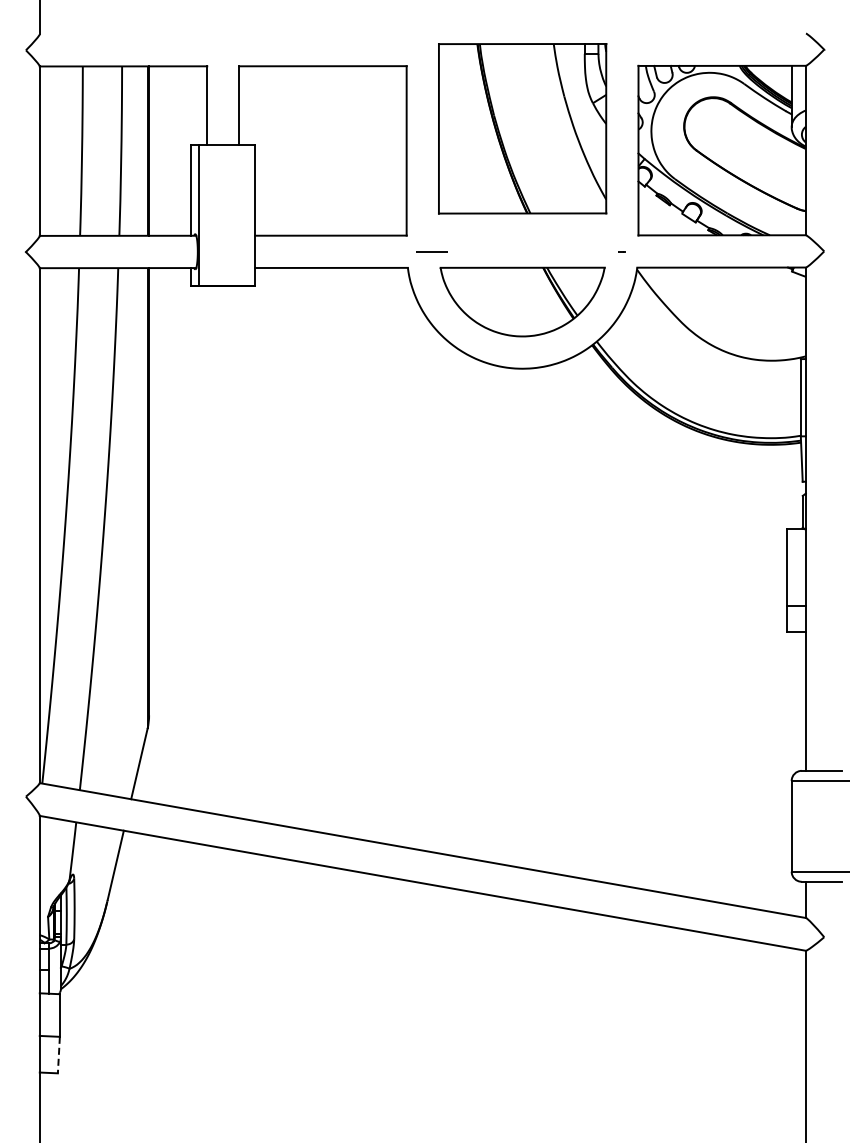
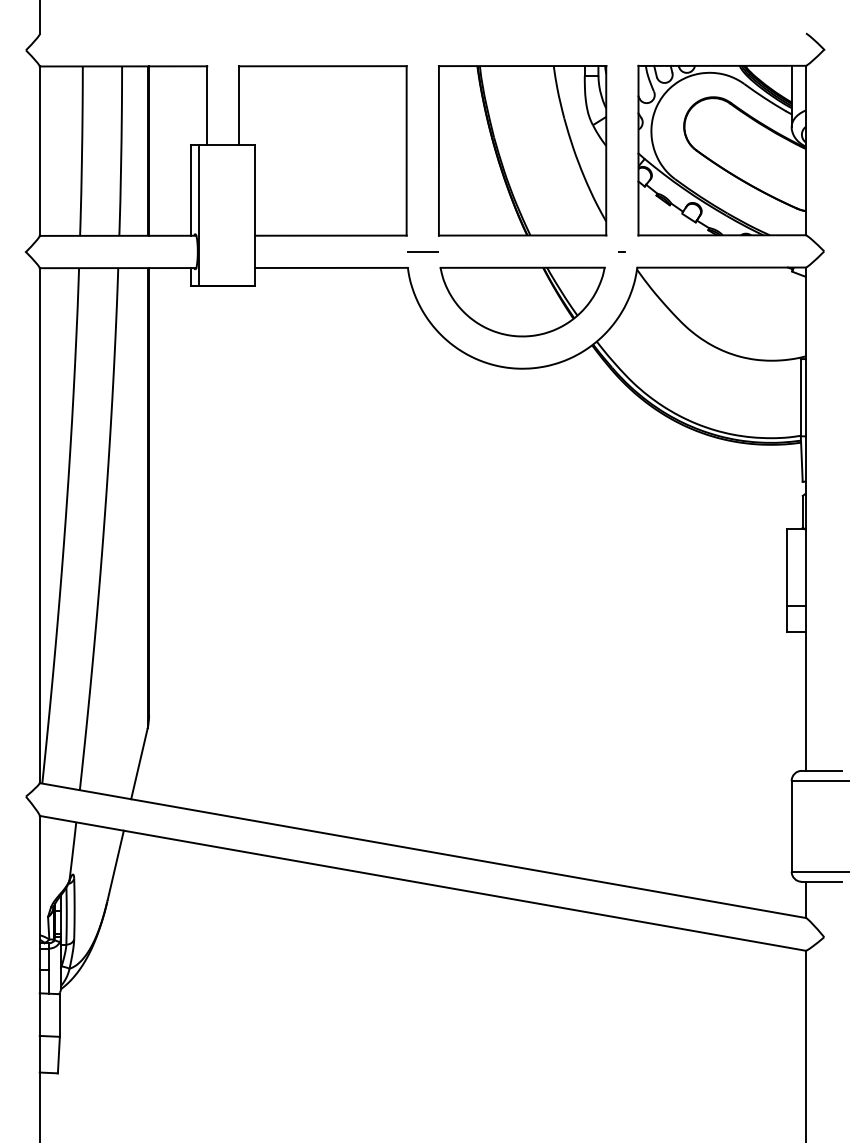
part at (522, 128) position: (522, 128) -> (522, 150)
line at (431, 251) position: (431, 251) -> (422, 251)
line at (58, 1055): dashed -> solid
